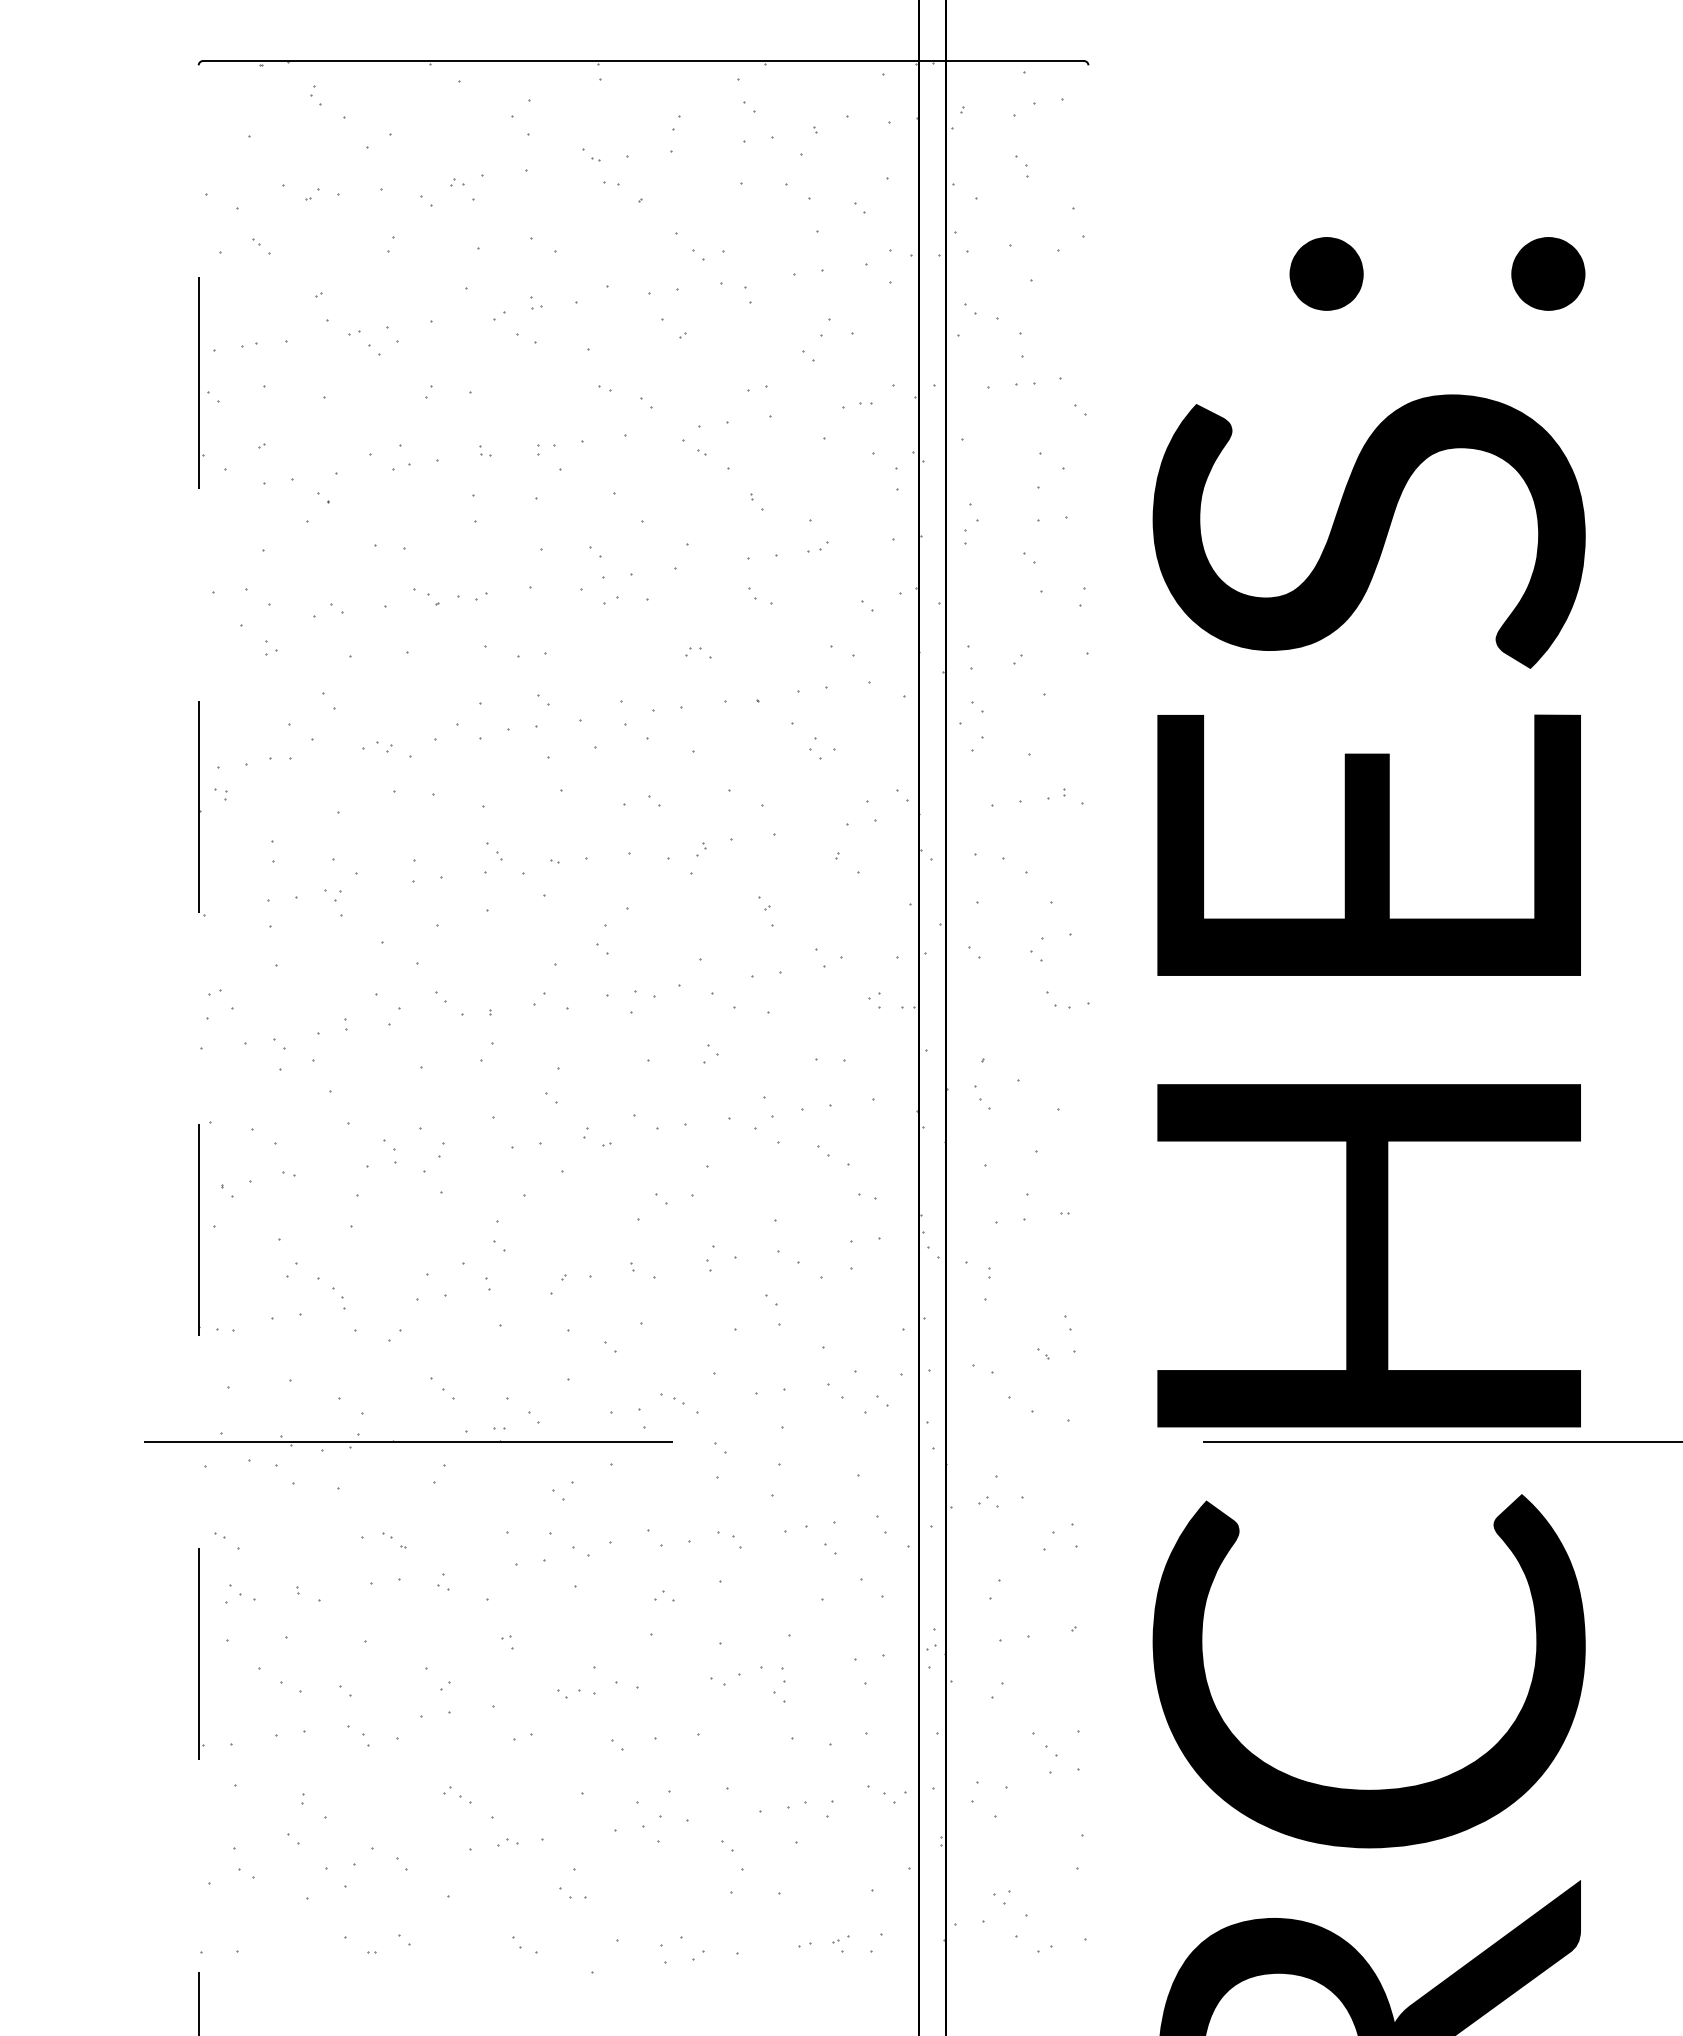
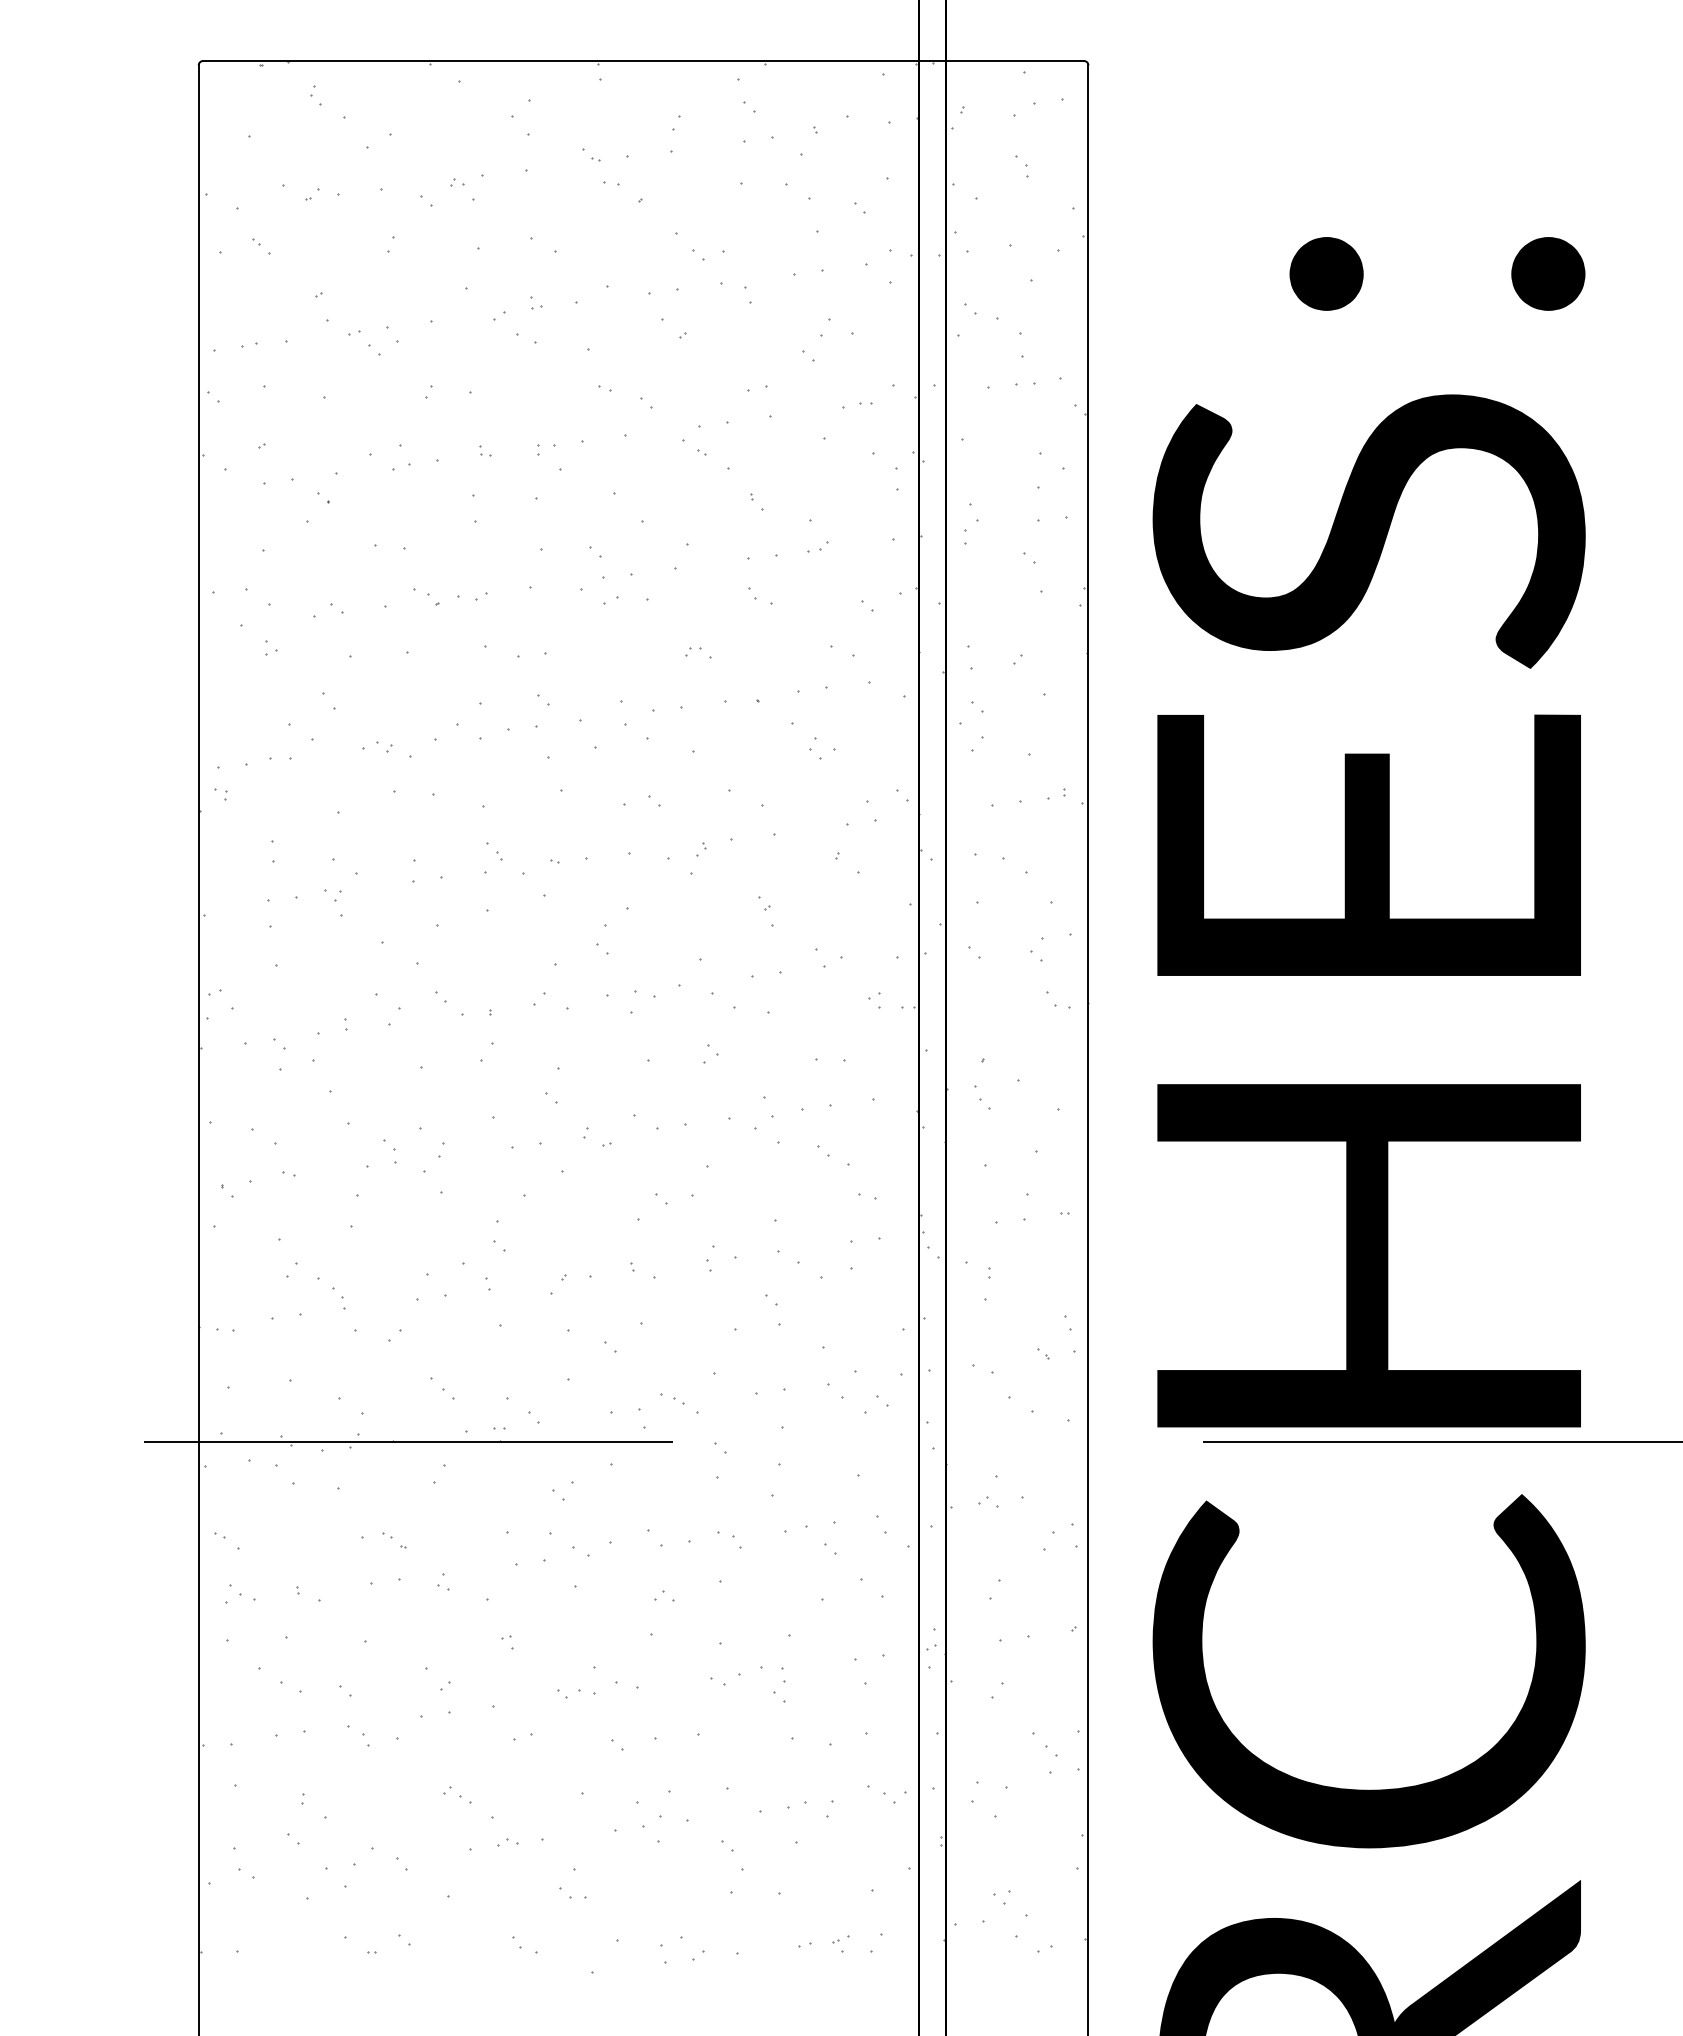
line at (1088, 1048): none -> present
line at (198, 1050): dashed -> solid
